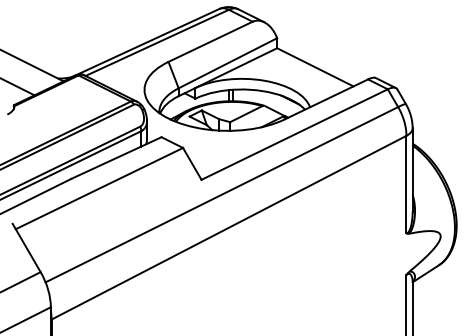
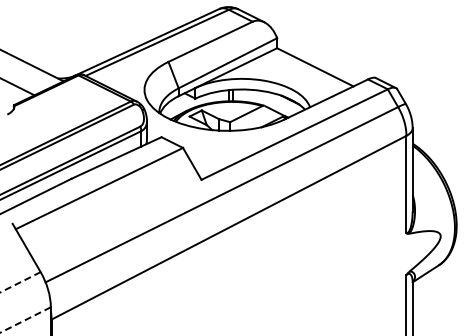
line at (20, 282): solid -> dashed
line at (25, 320): solid -> dashed
